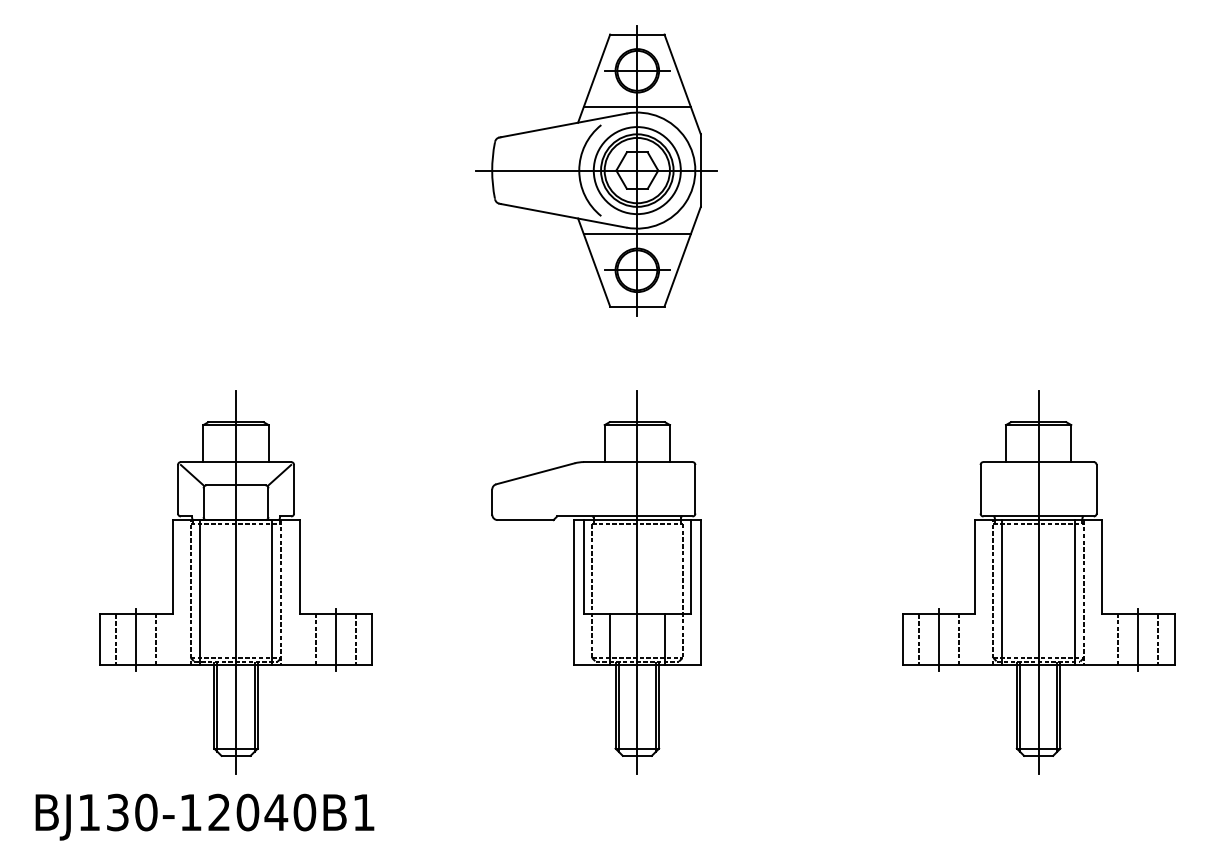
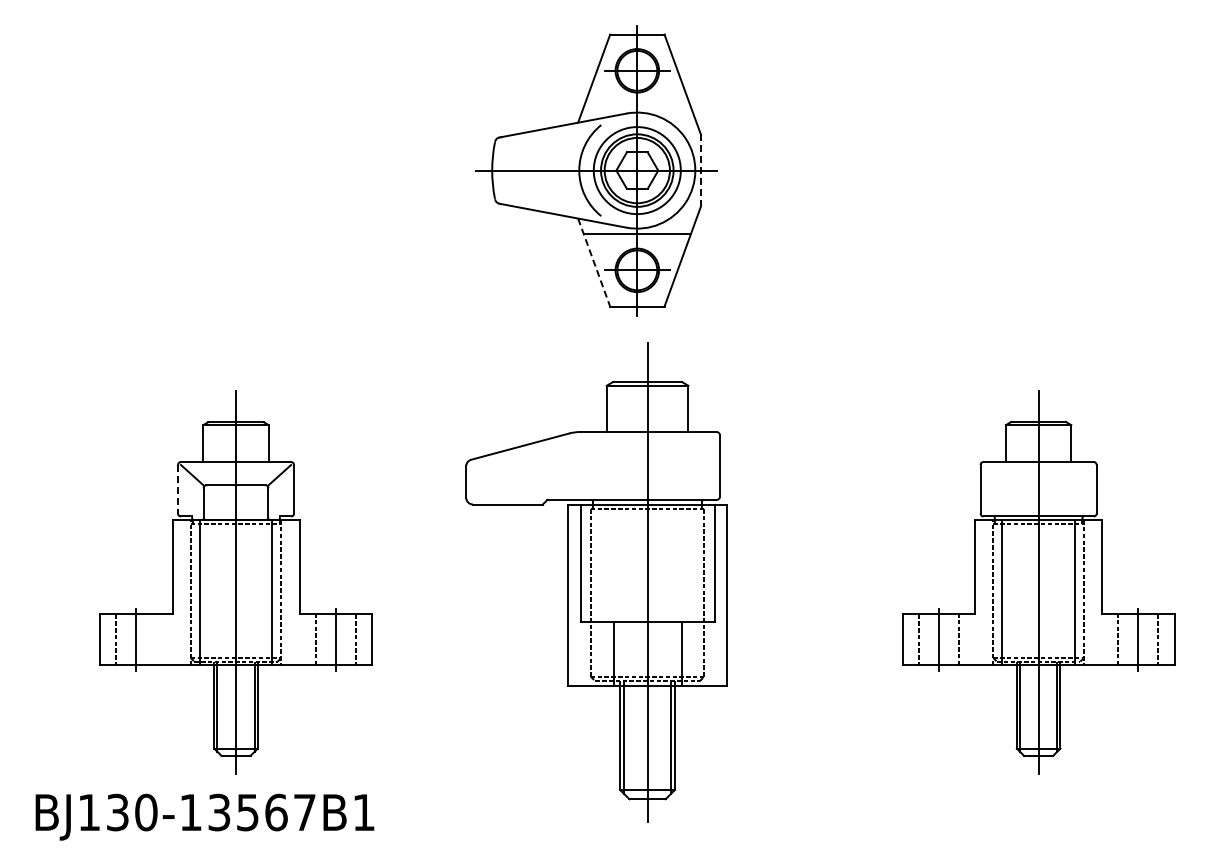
line at (636, 107): present -> none
line at (700, 170): solid -> dashed
line at (594, 262): solid -> dashed
line at (178, 489): solid -> dashed
part at (596, 582) size: 211x385 px -> 263x481 px
line at (156, 639): present -> none
text at (262, 812): BJ130-12040B1 -> BJ130-13567B1
